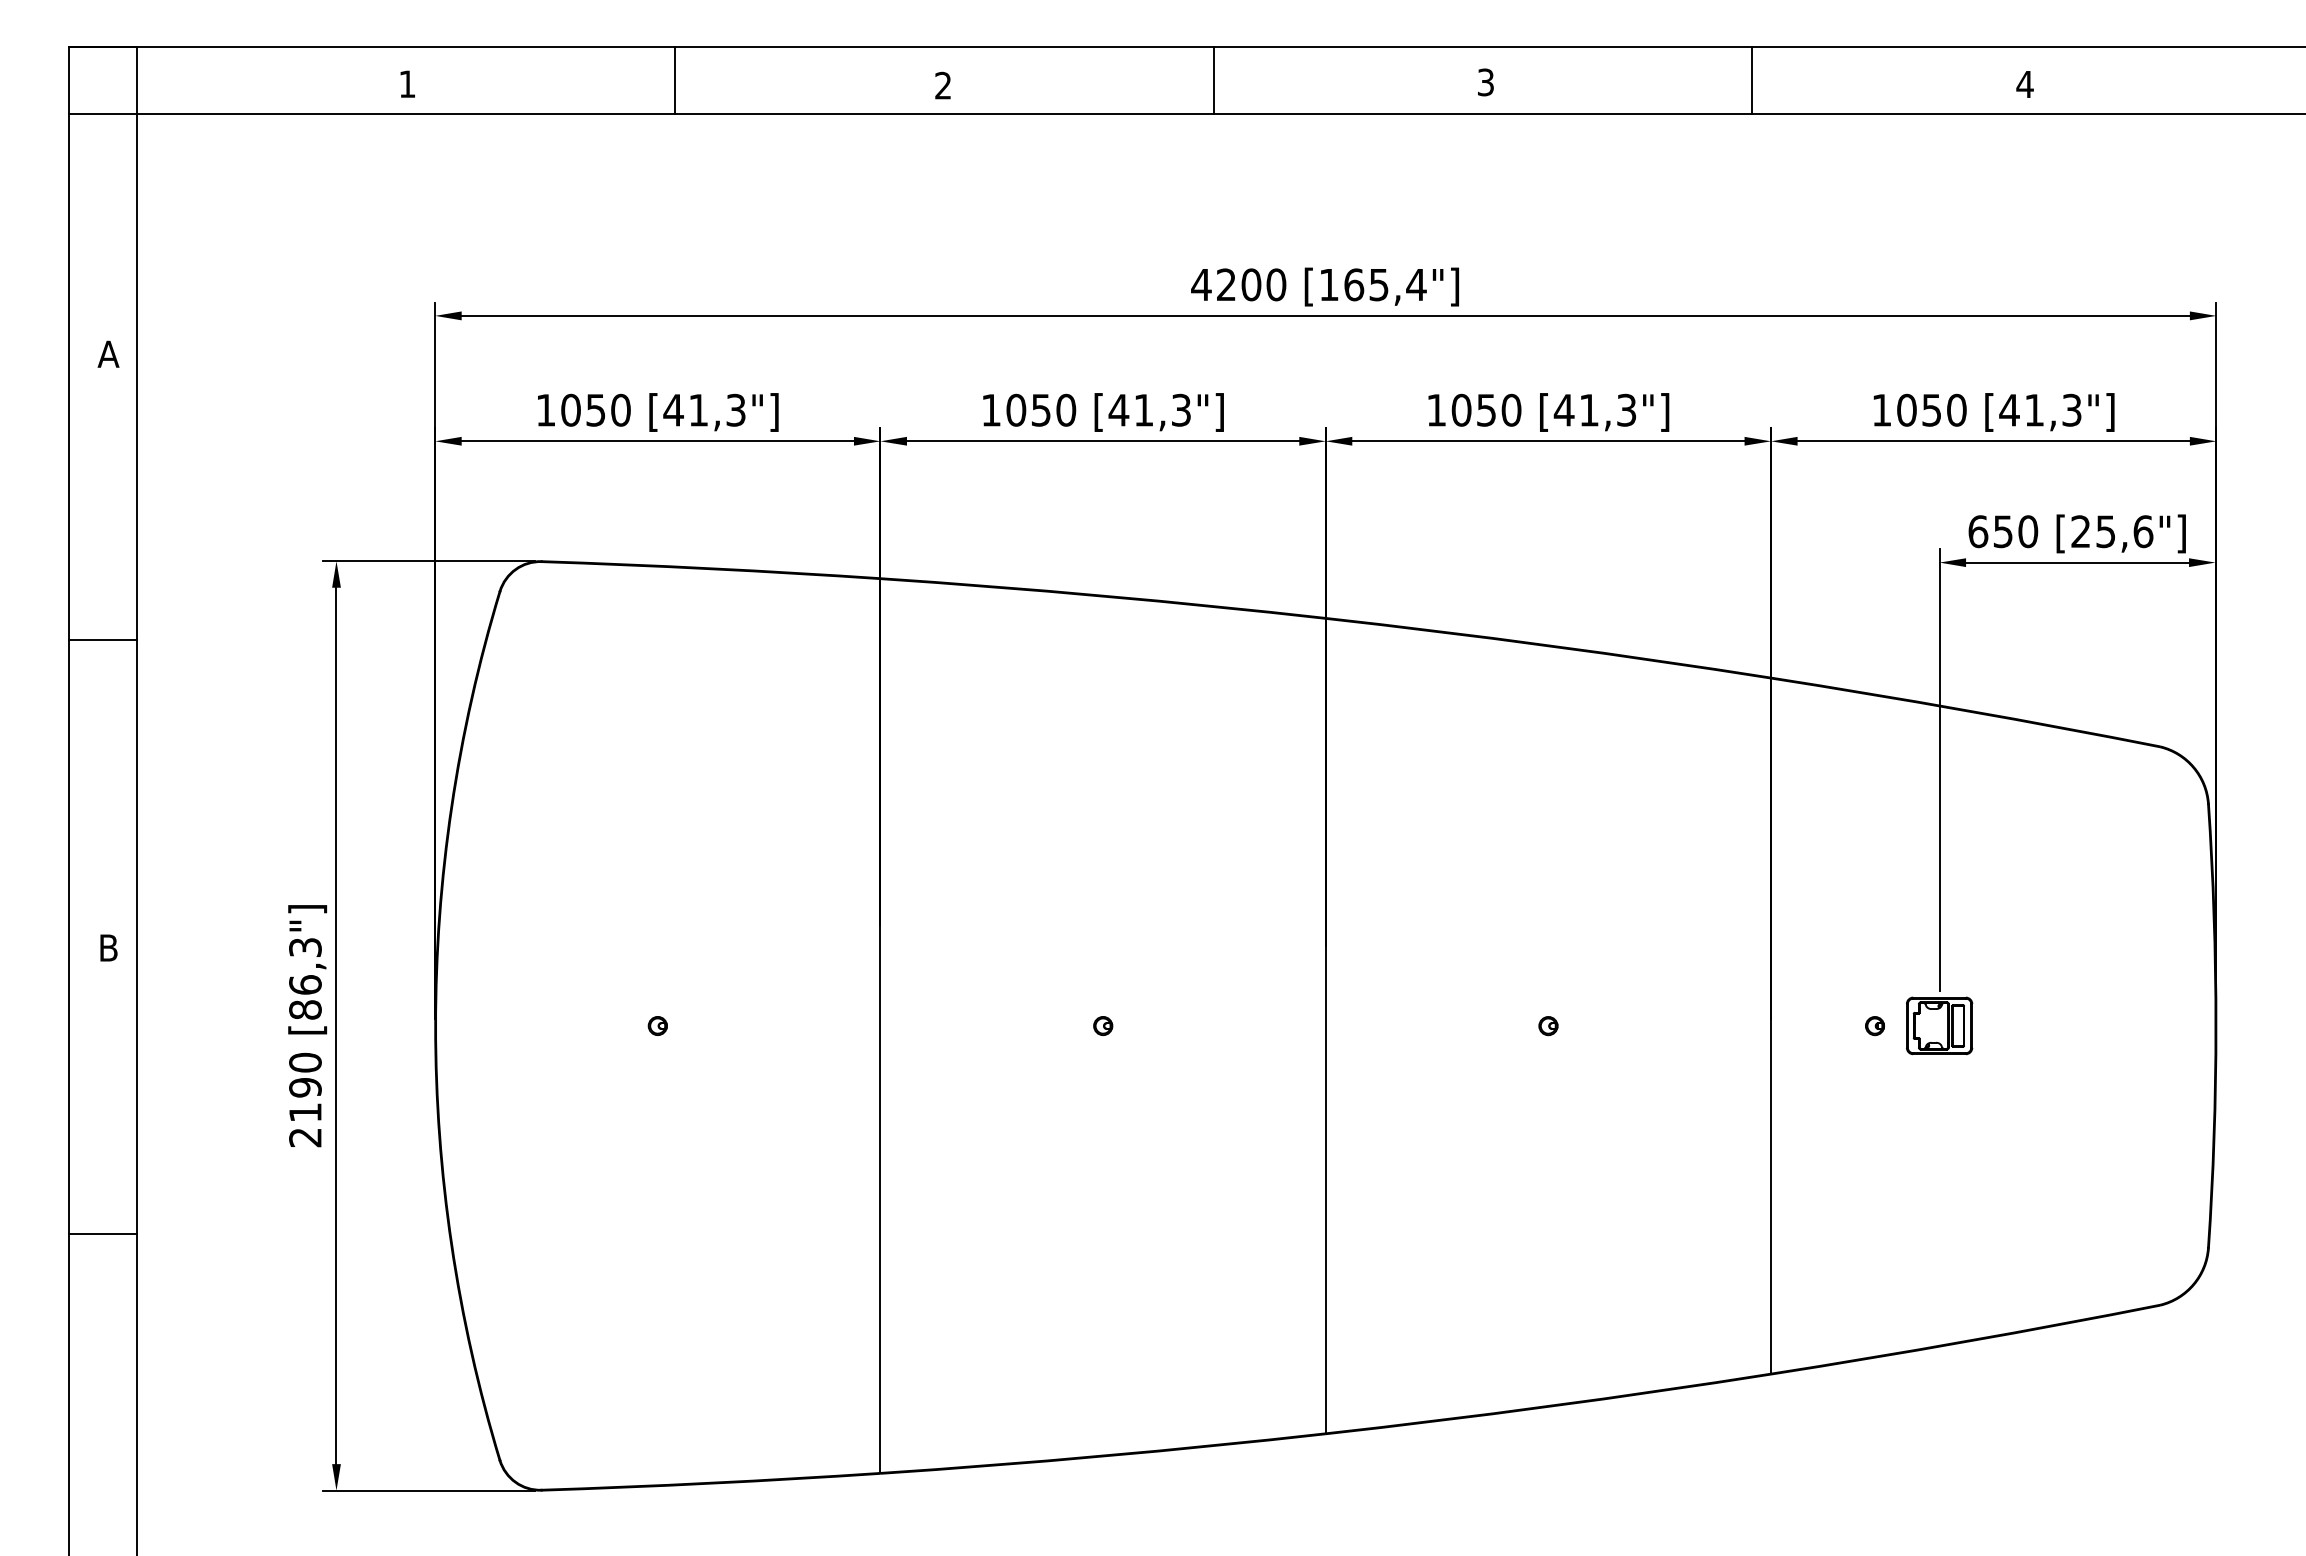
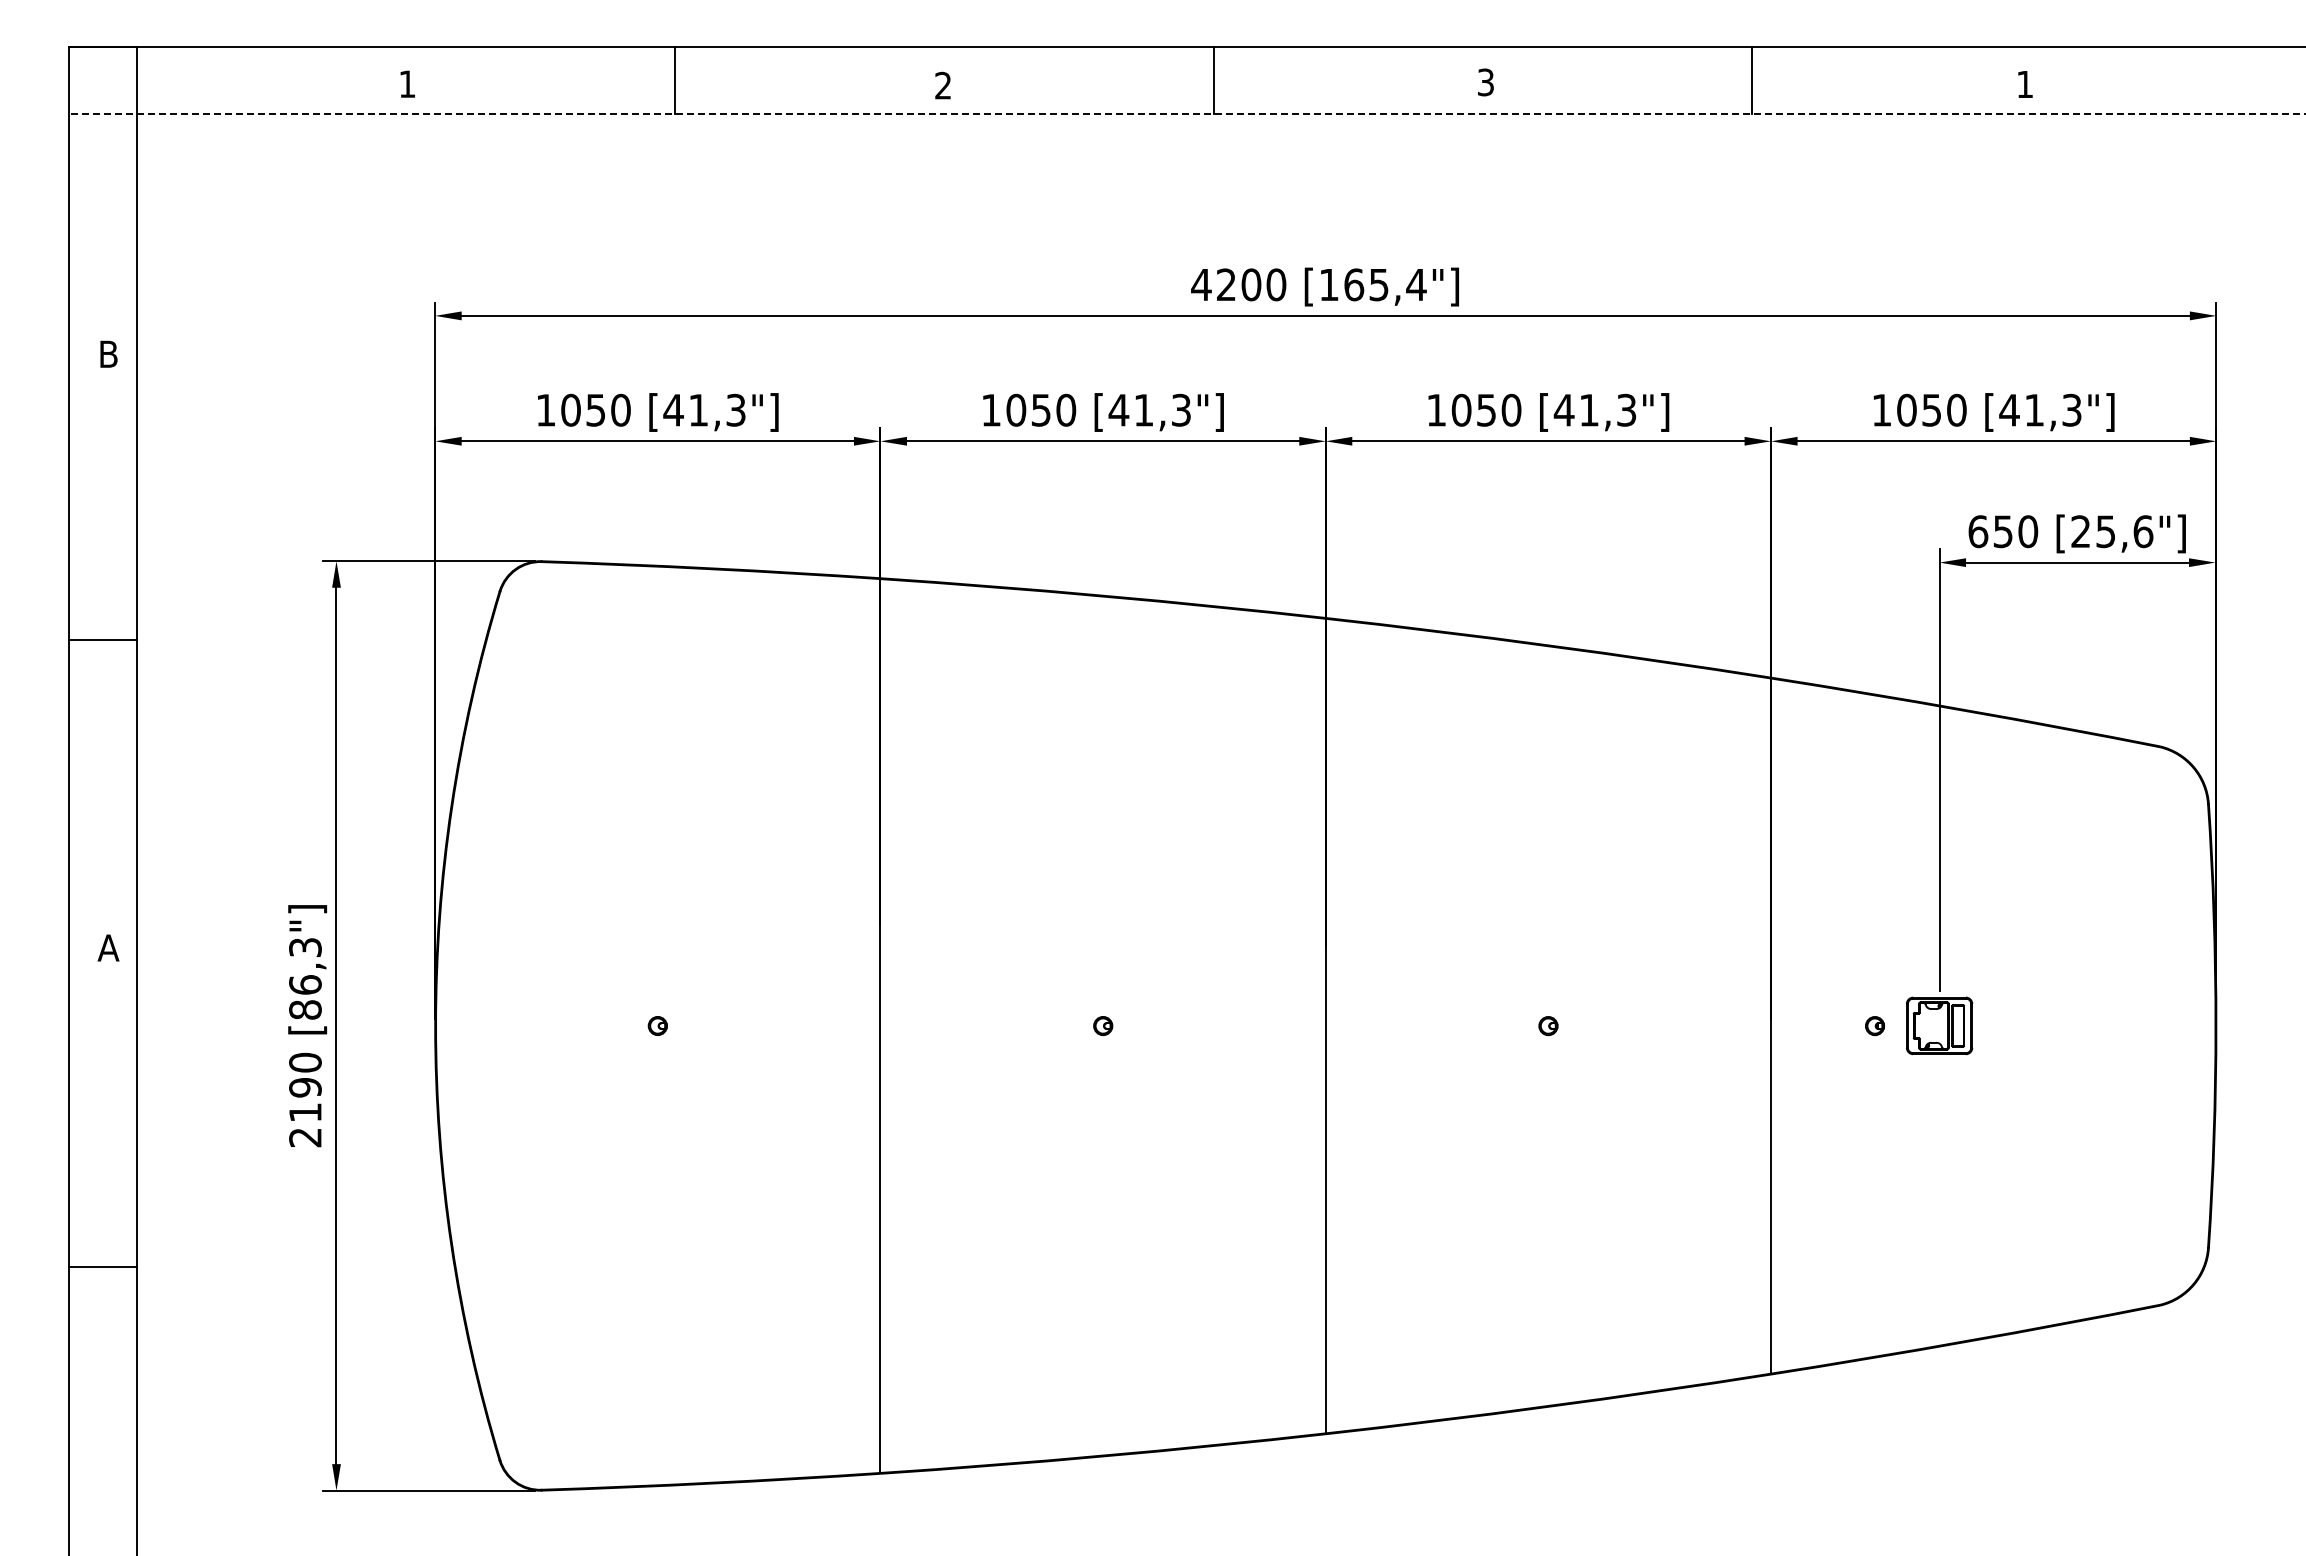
text at (2024, 84): 4 -> 1
line at (1186, 114): solid -> dashed
text at (108, 353): A -> B
text at (108, 947): B -> A
line at (102, 1234) position: (102, 1234) -> (102, 1267)
